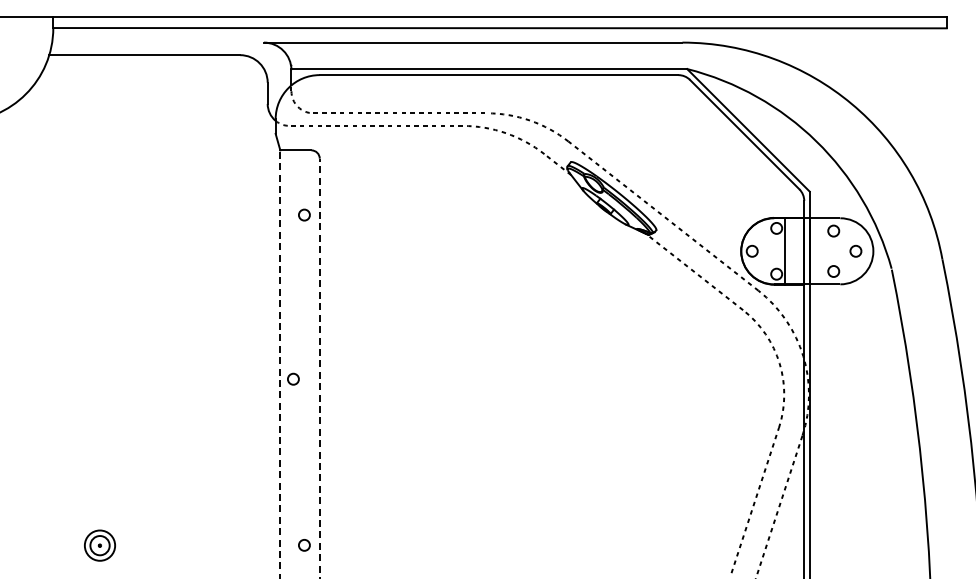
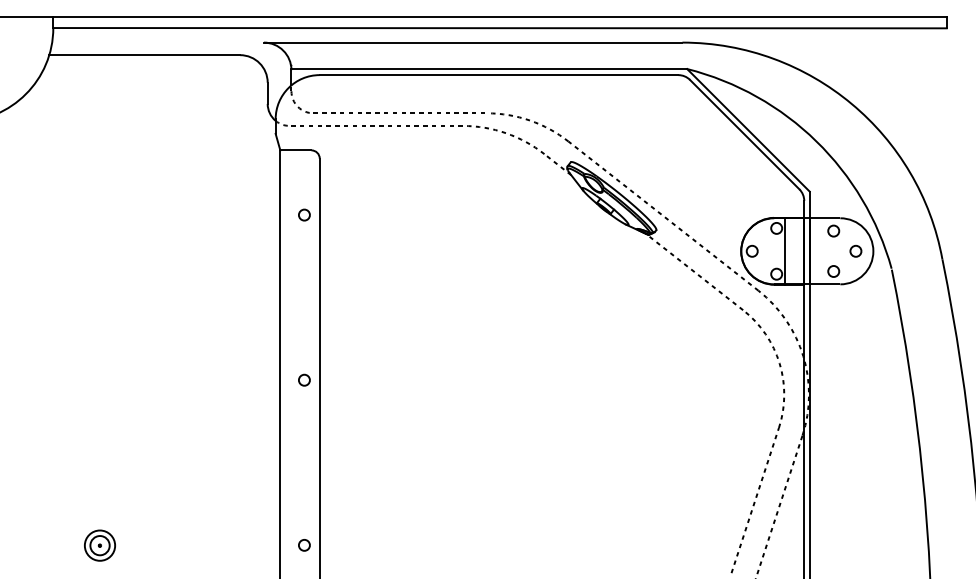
line at (280, 364): dashed -> solid
line at (319, 368): dashed -> solid
circle at (293, 378) position: (293, 378) -> (304, 379)
